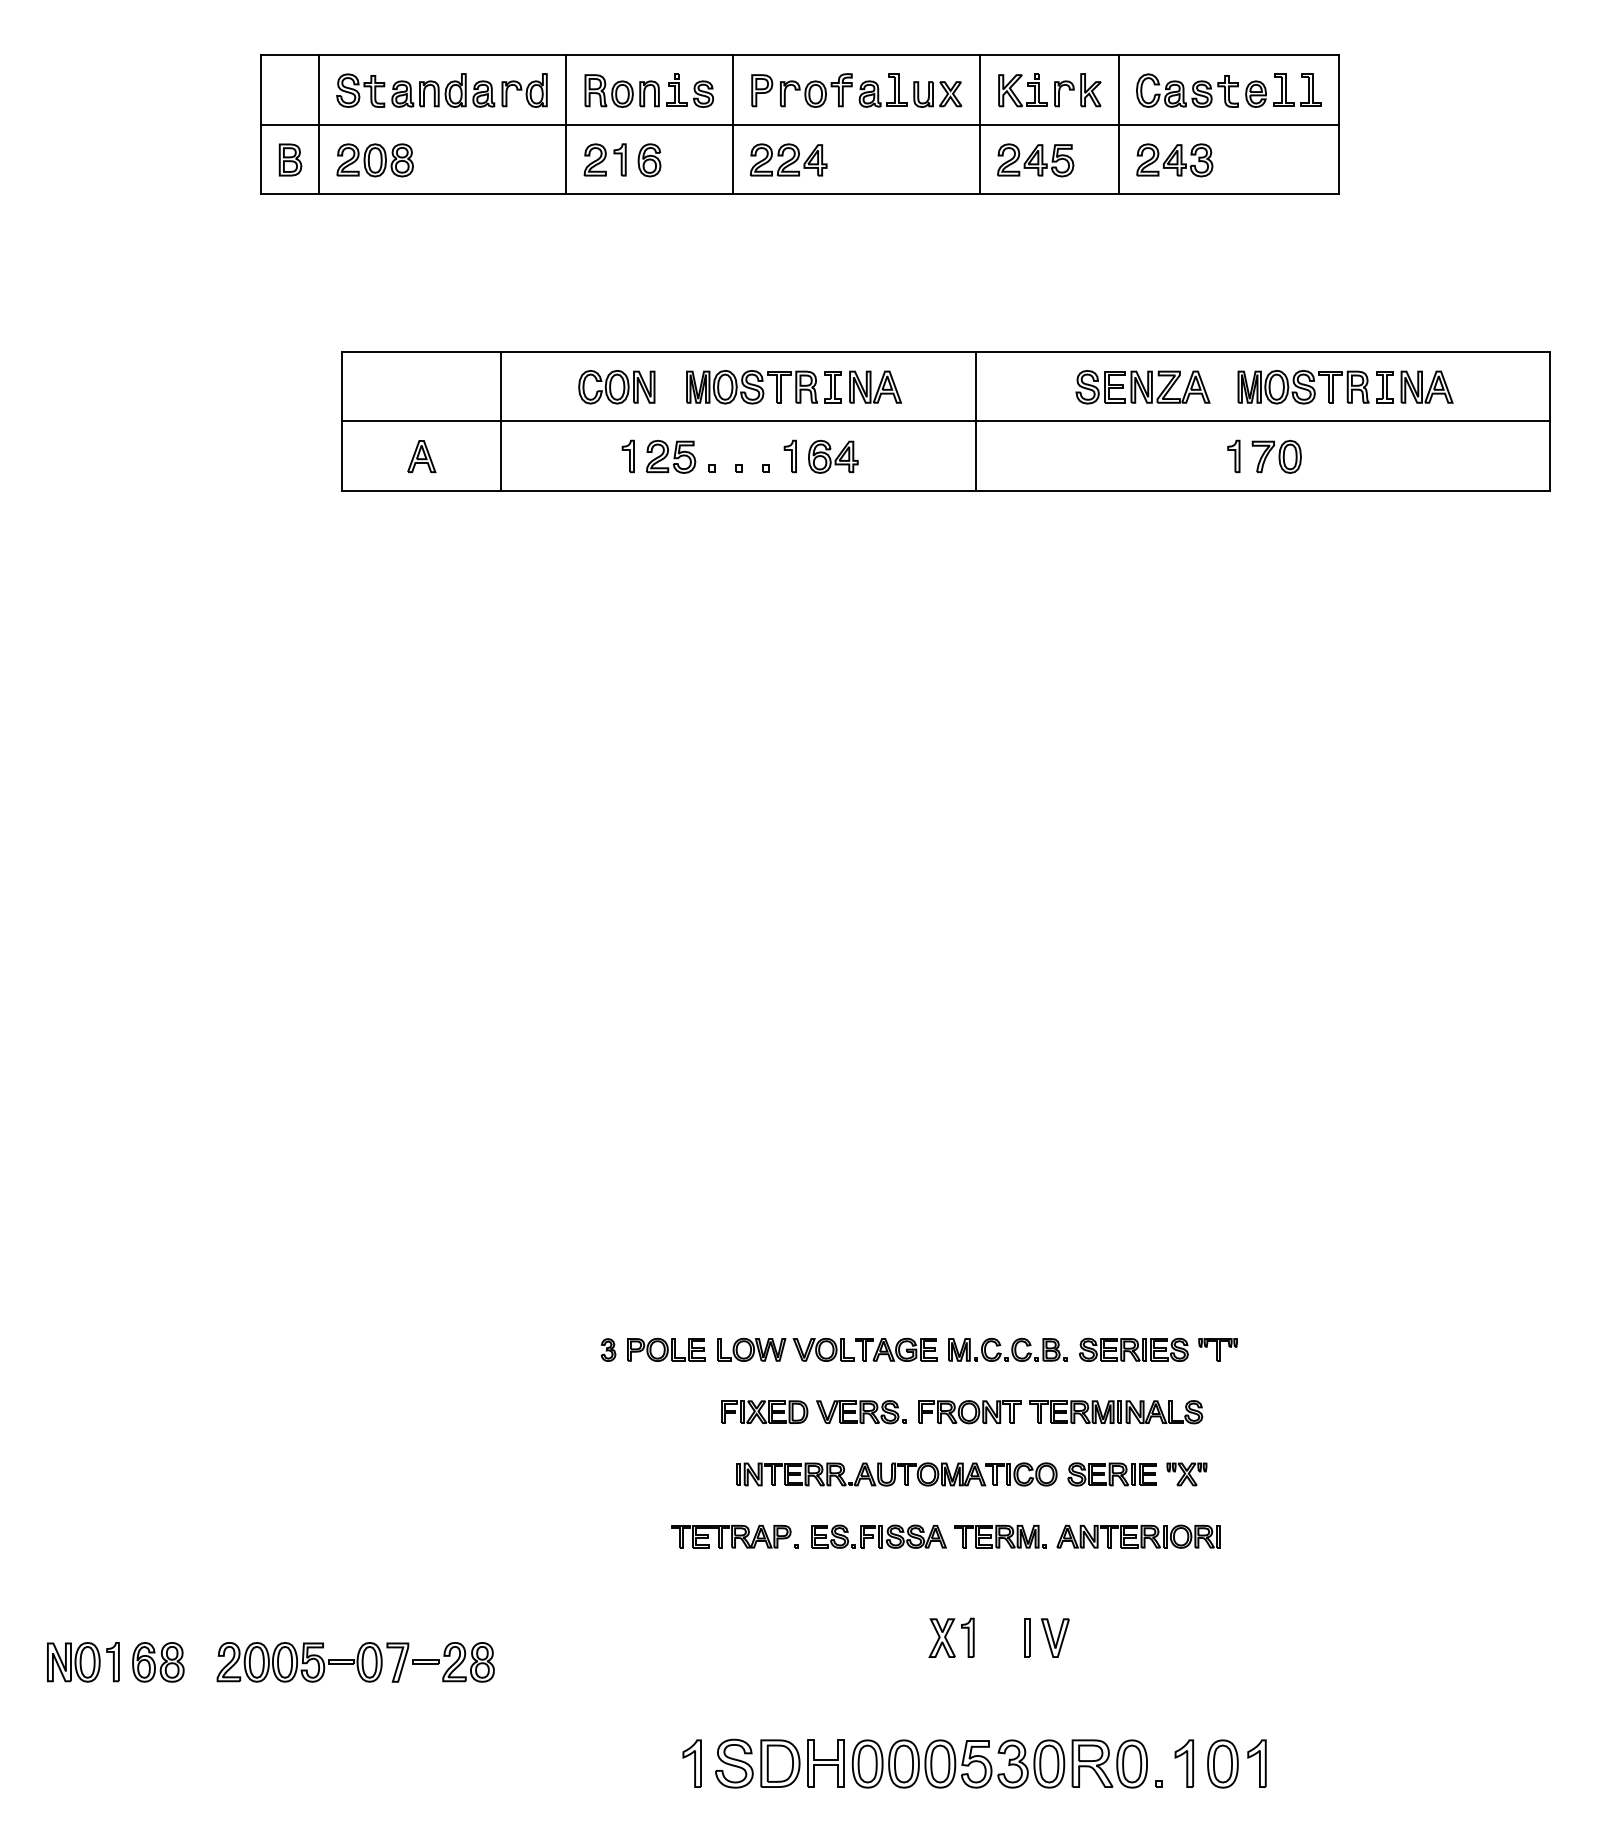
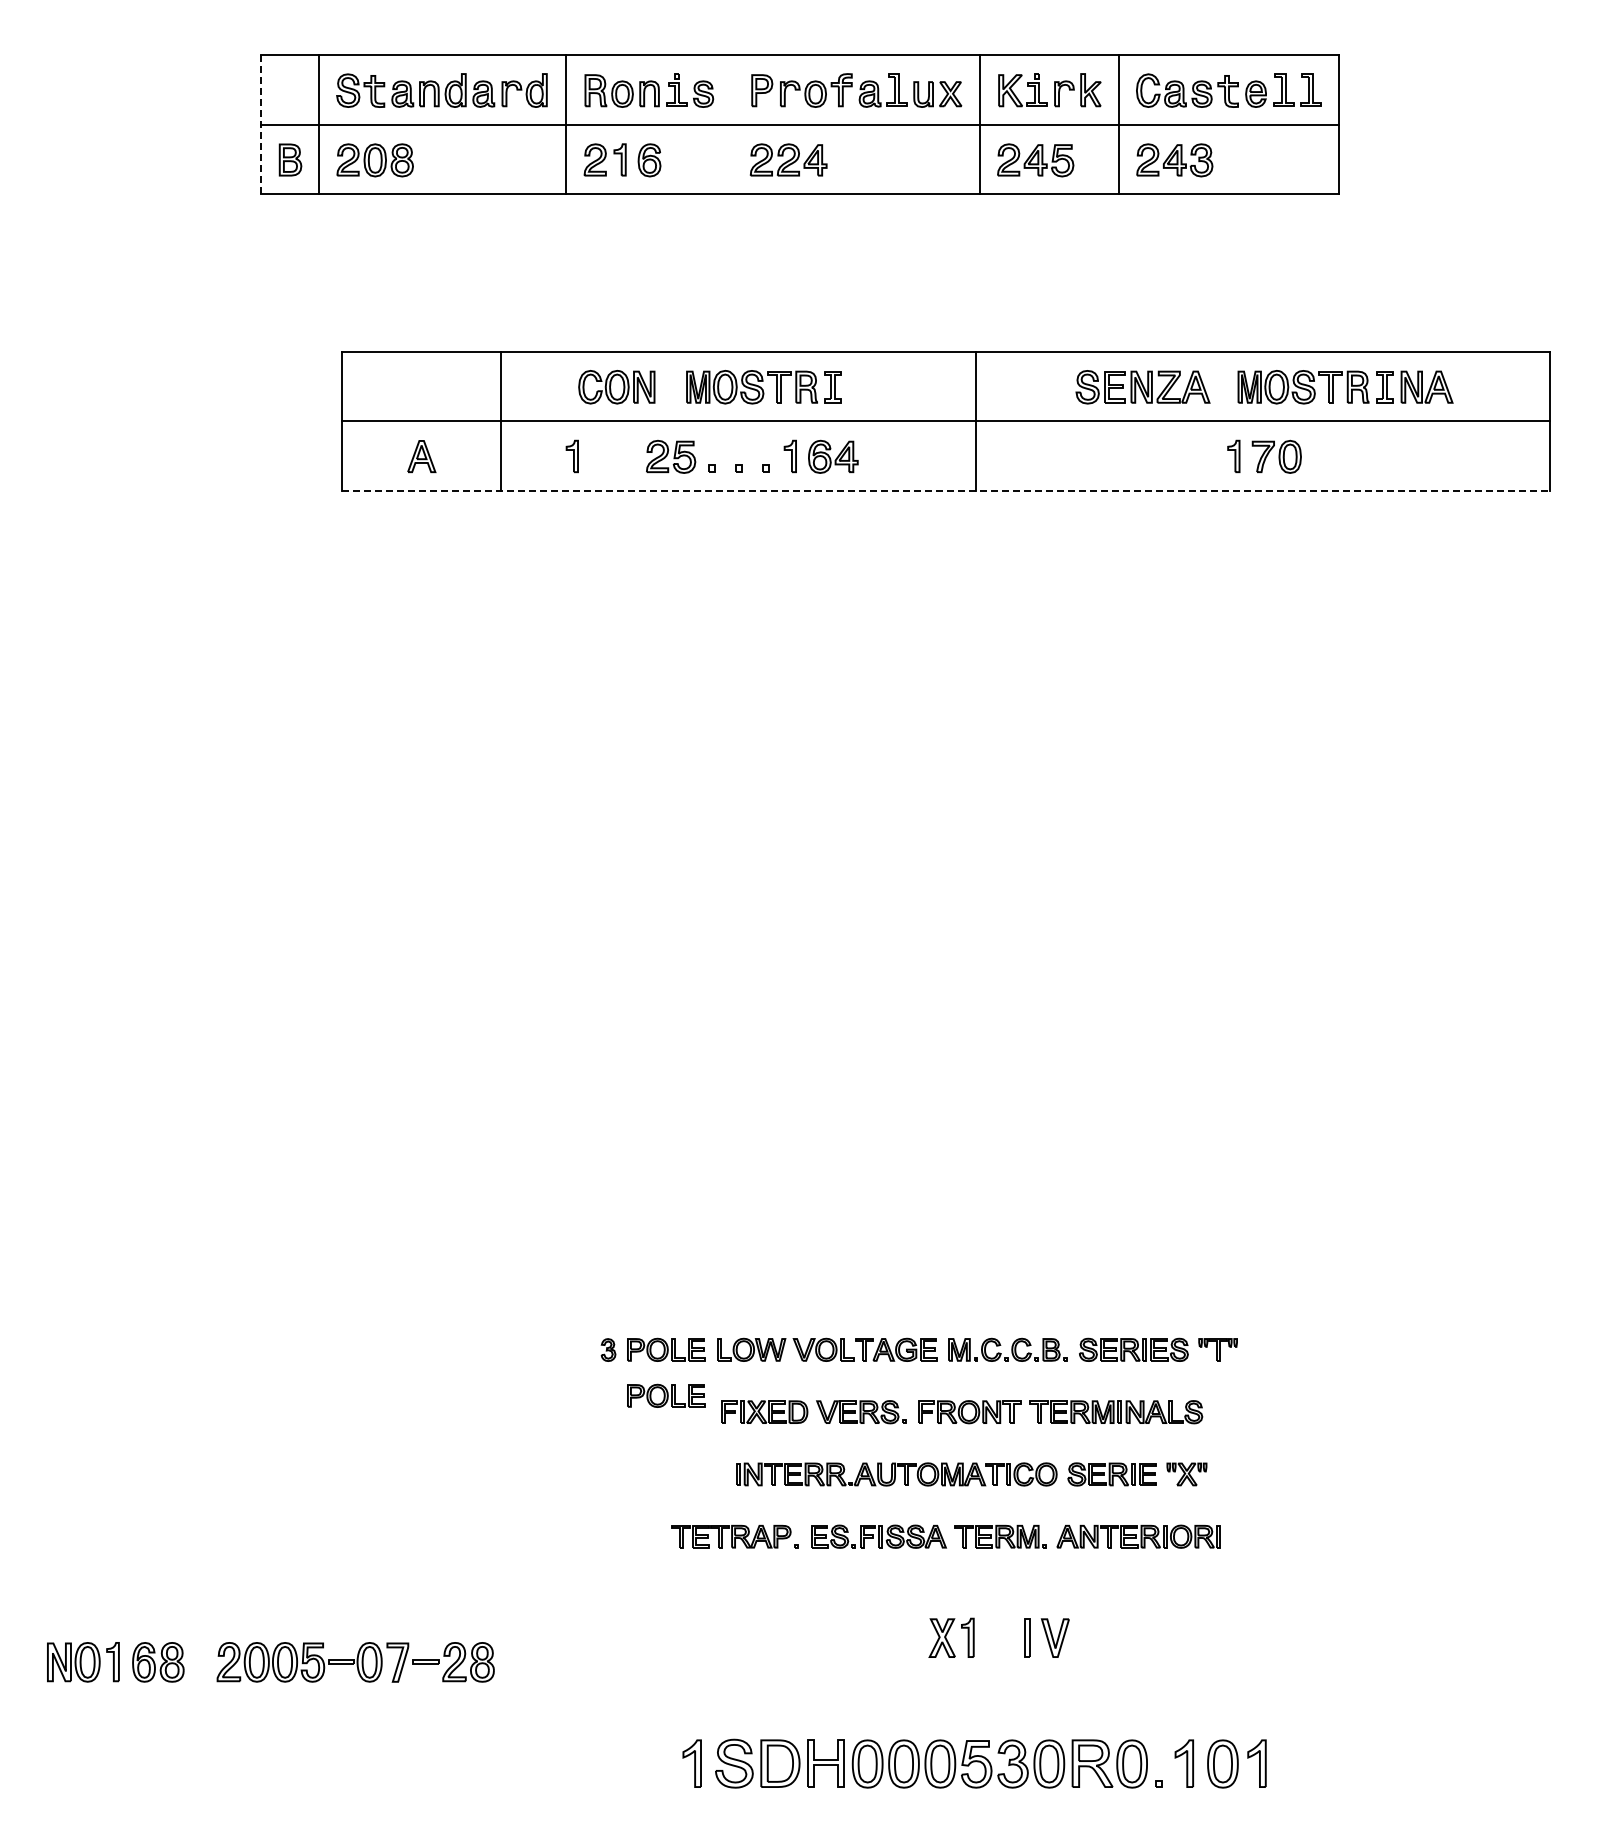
line at (732, 124): present -> none
line at (261, 125): solid -> dashed
part at (875, 386): present -> none
part at (627, 456) position: (627, 456) -> (571, 456)
line at (946, 490): solid -> dashed
part at (666, 1395): none -> present
